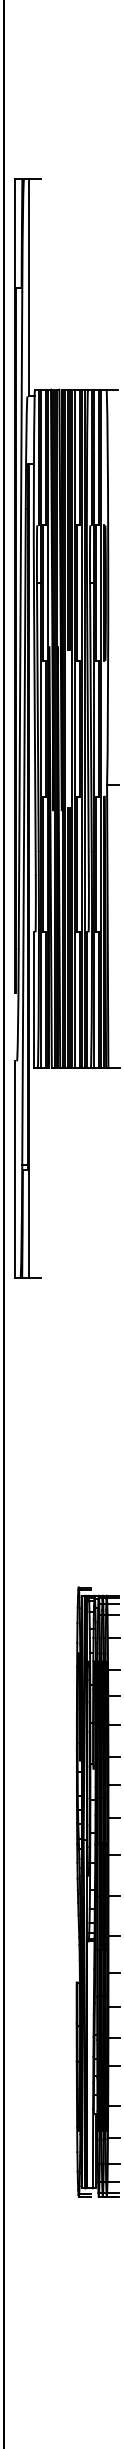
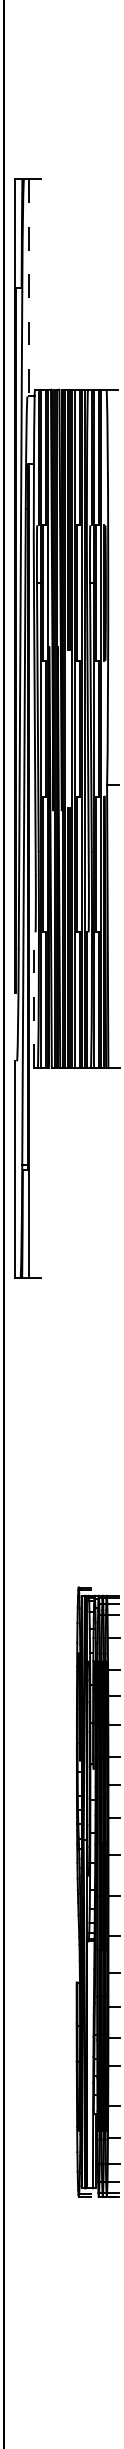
line at (29, 287): solid -> dashed
line at (33, 1000): solid -> dashed
